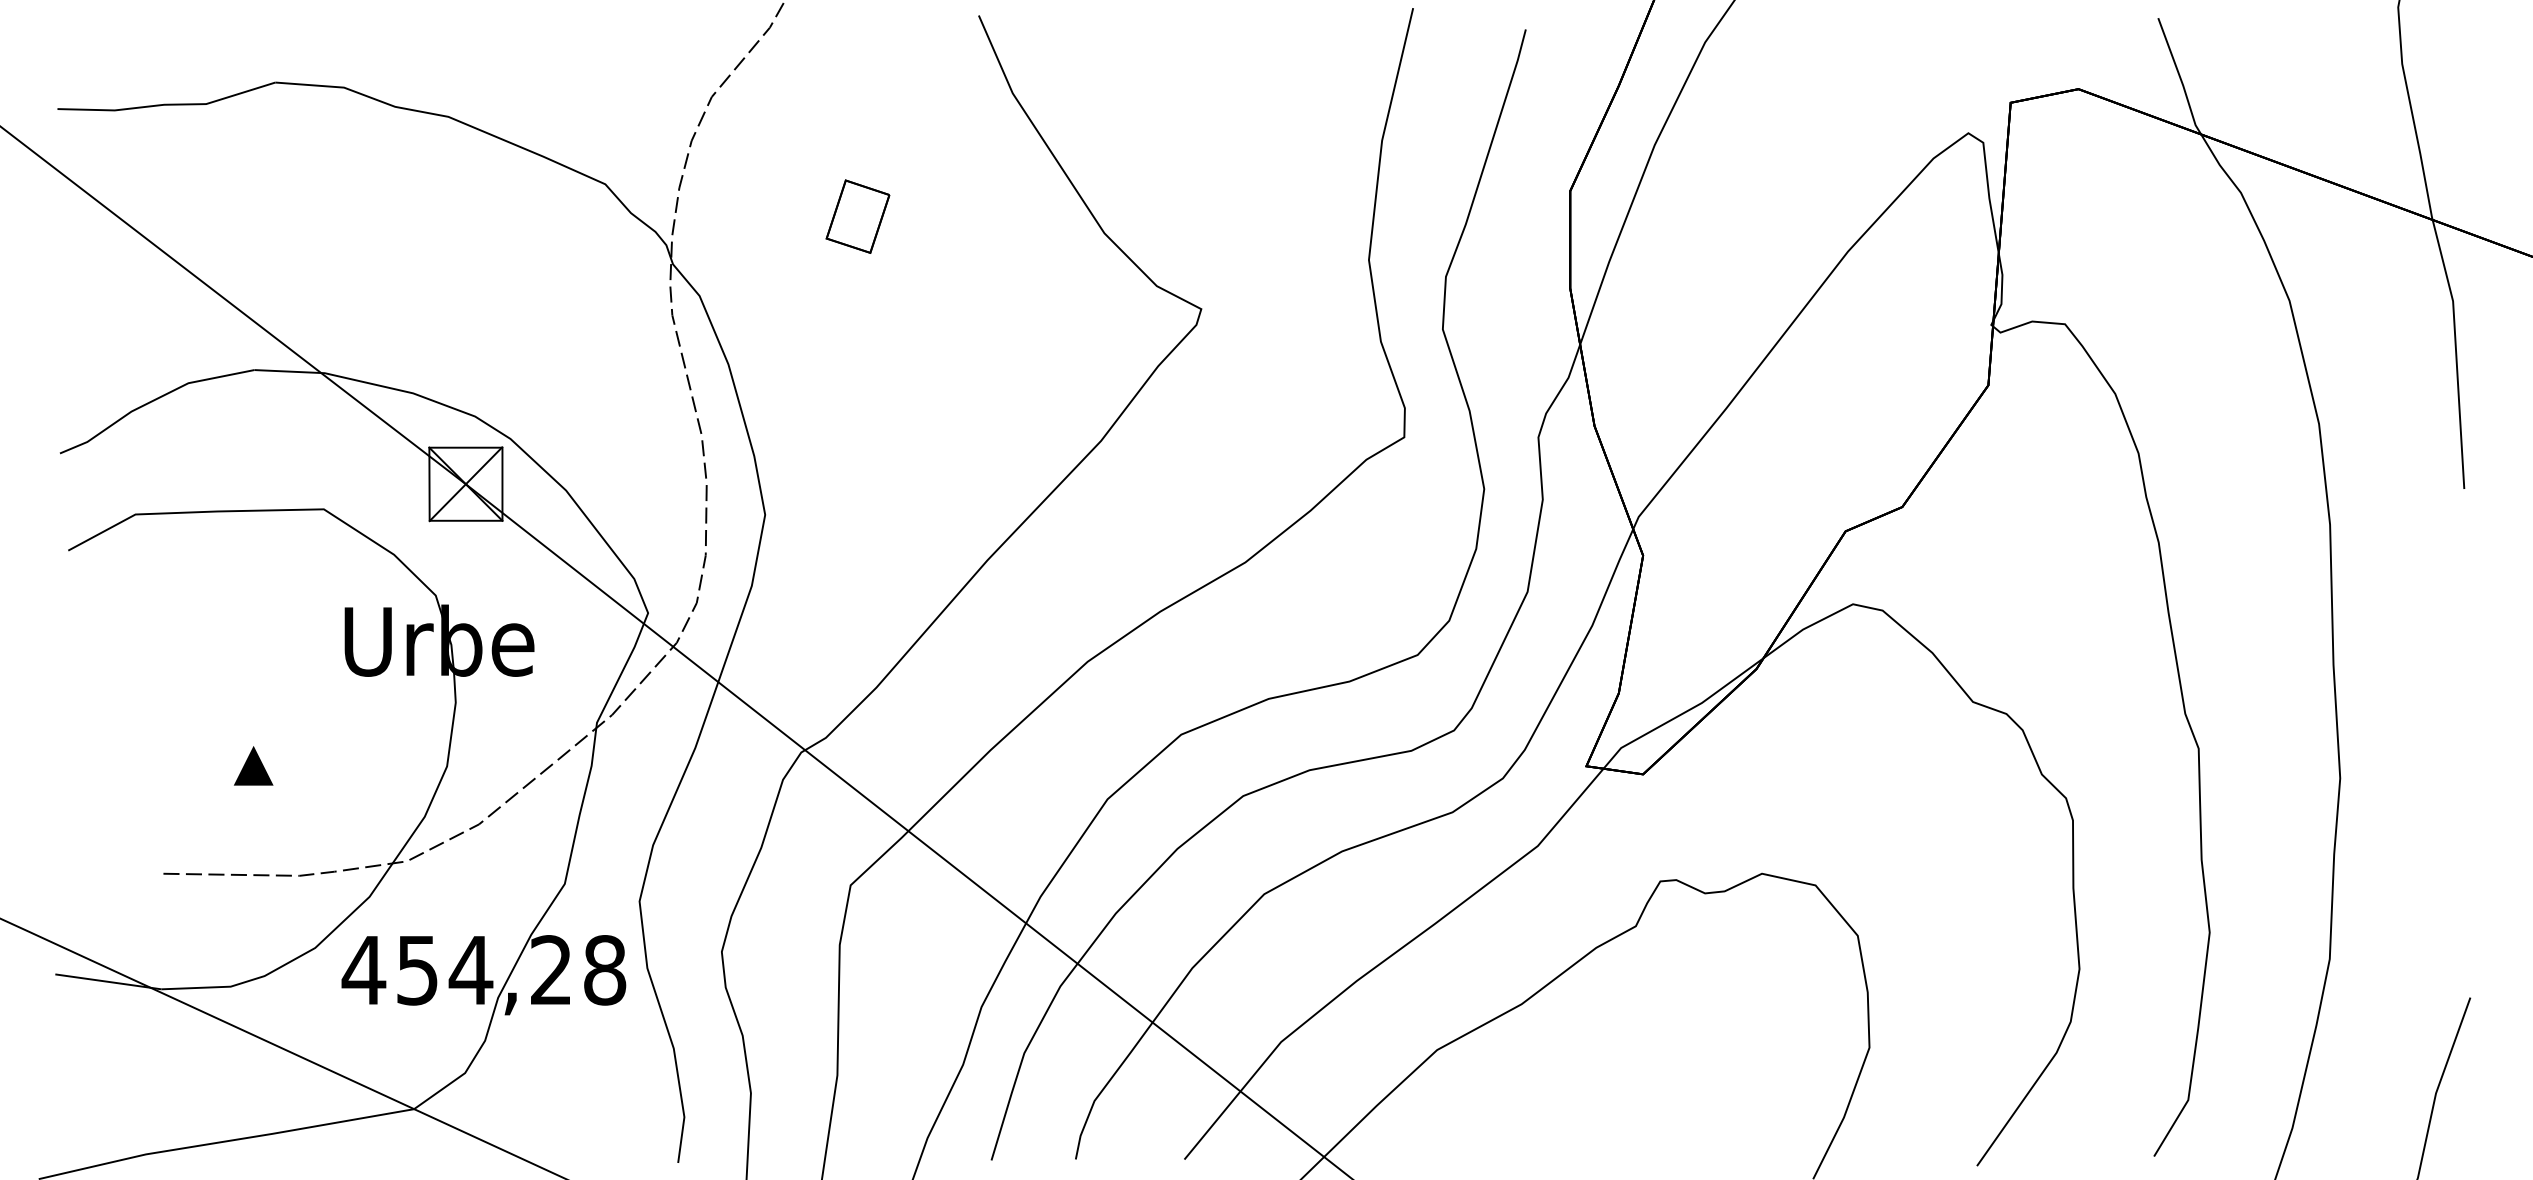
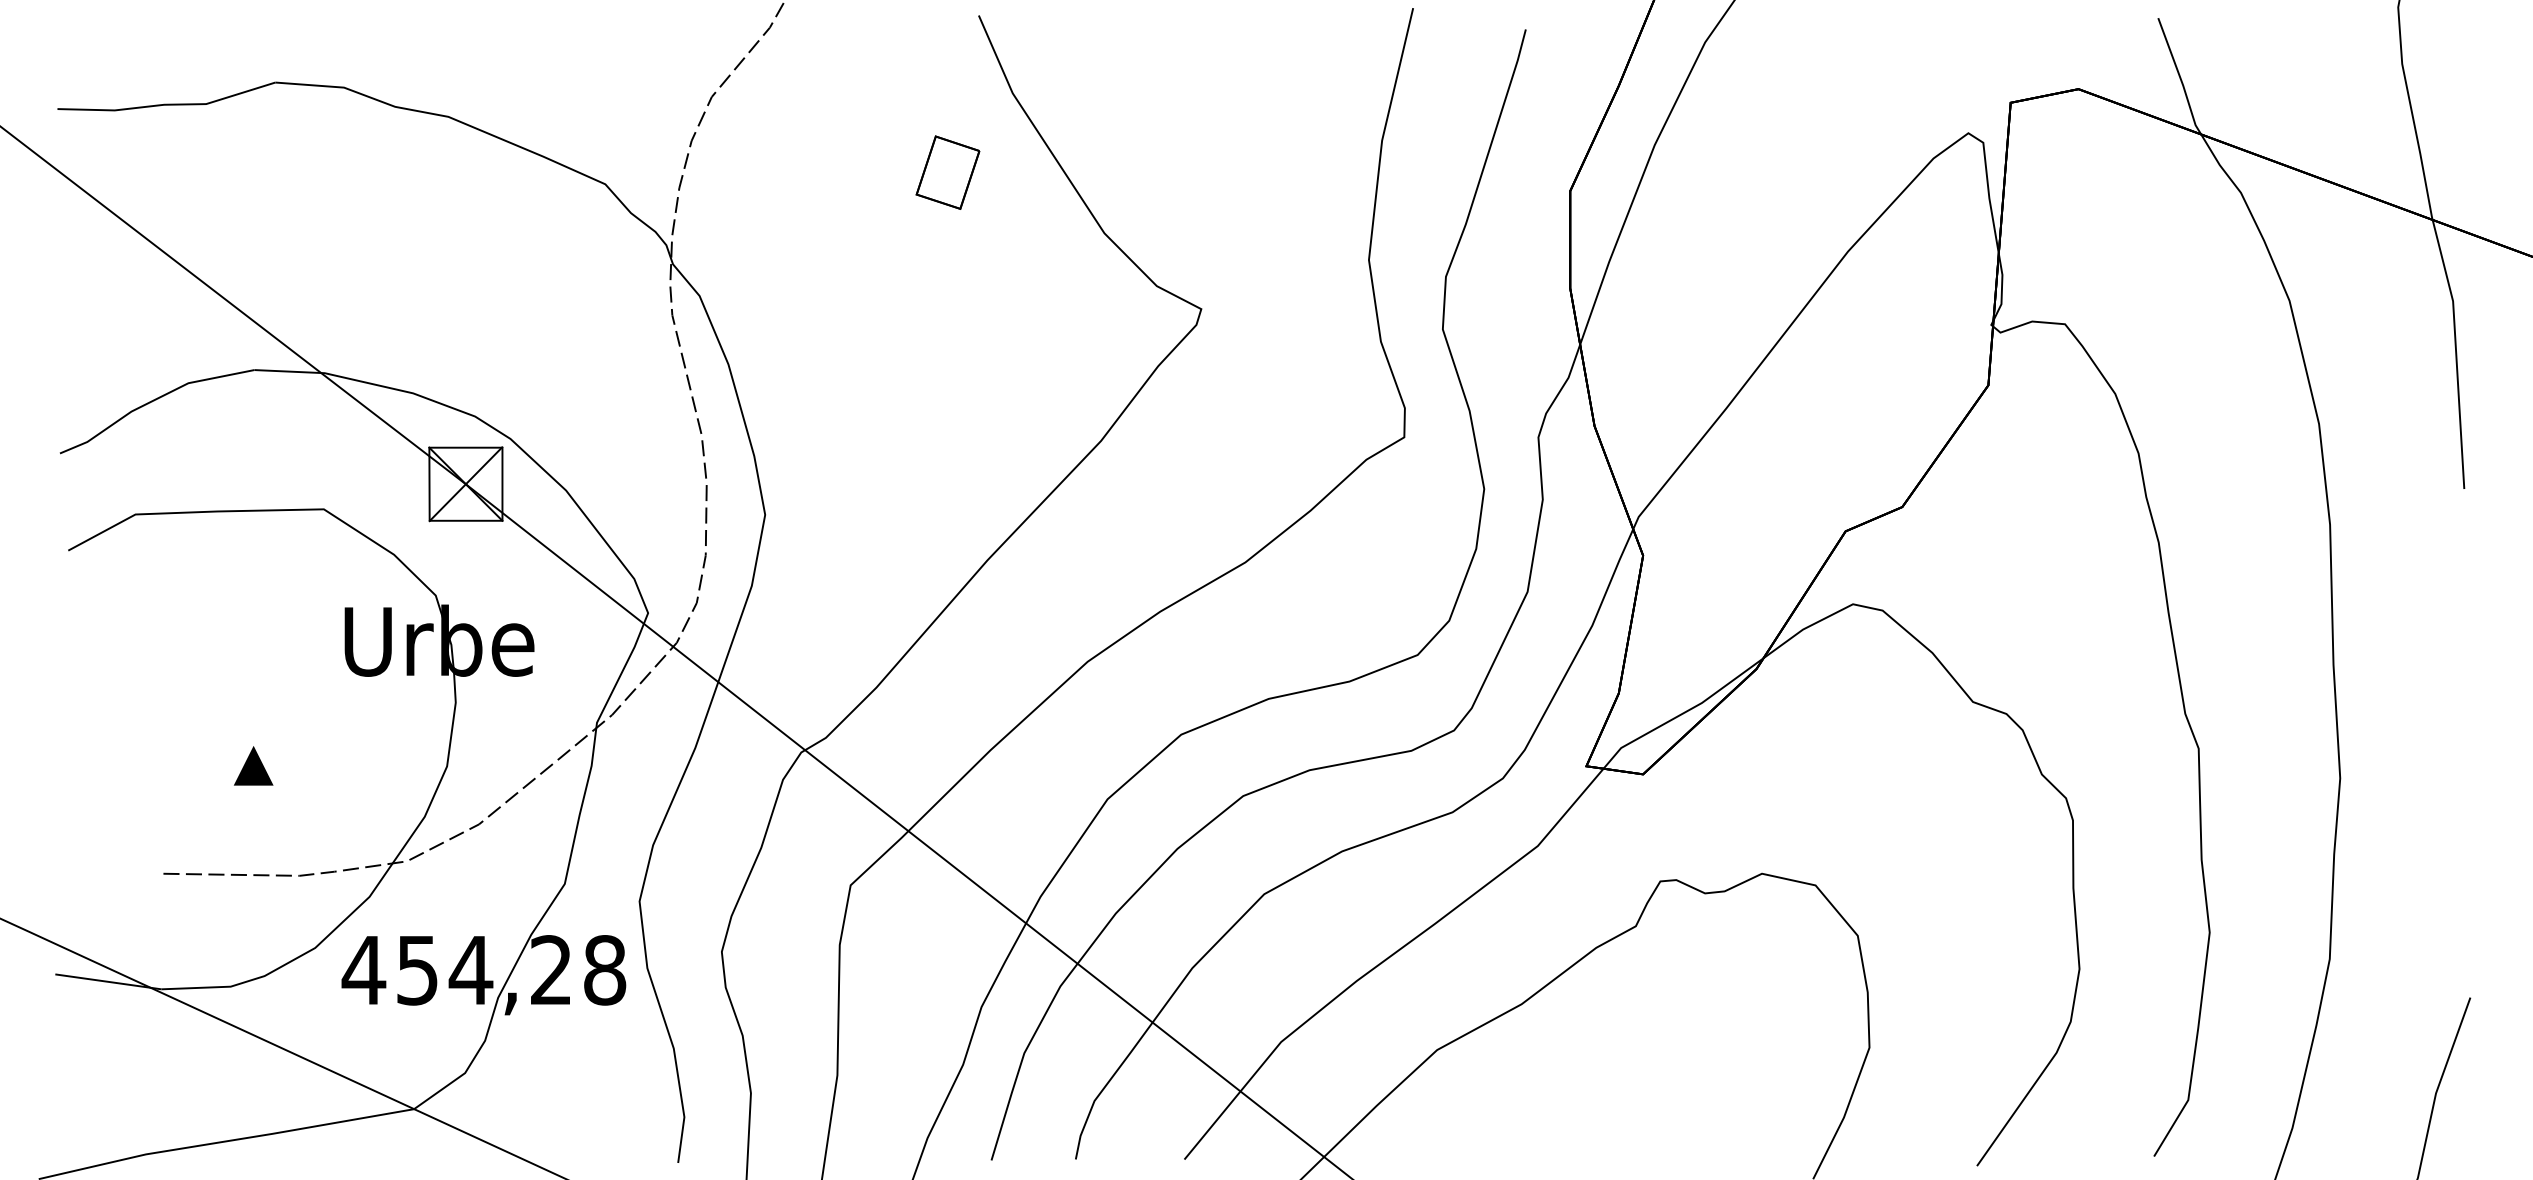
part at (857, 216) position: (857, 216) -> (947, 172)
